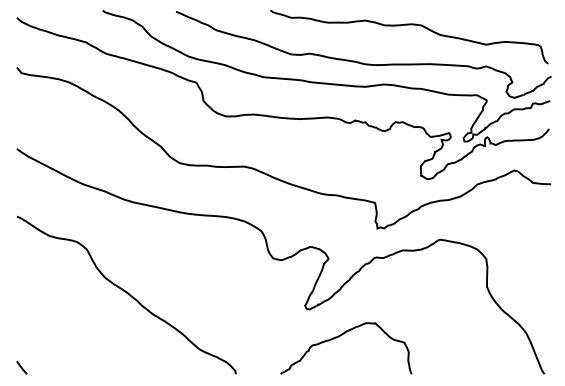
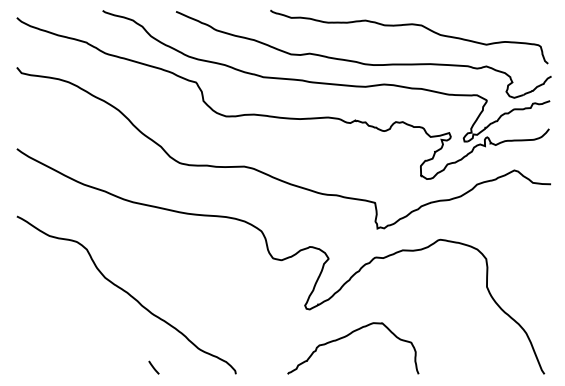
curve at (339, 337) position: (339, 337) -> (346, 337)
line at (21, 367) position: (21, 367) -> (153, 367)
